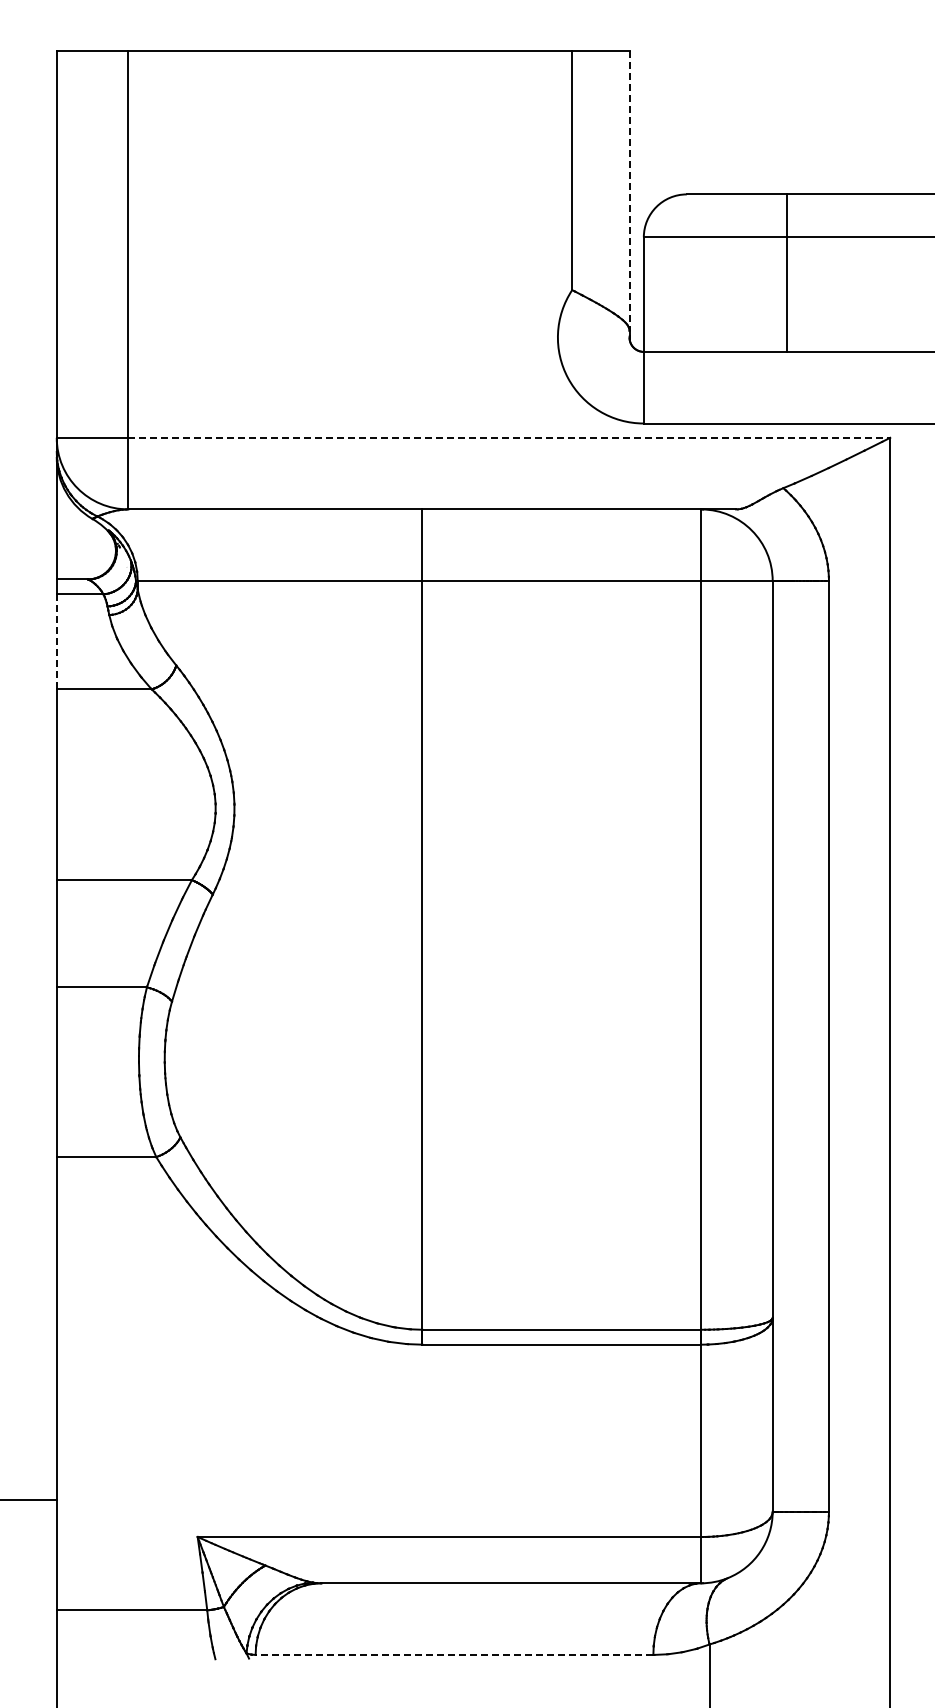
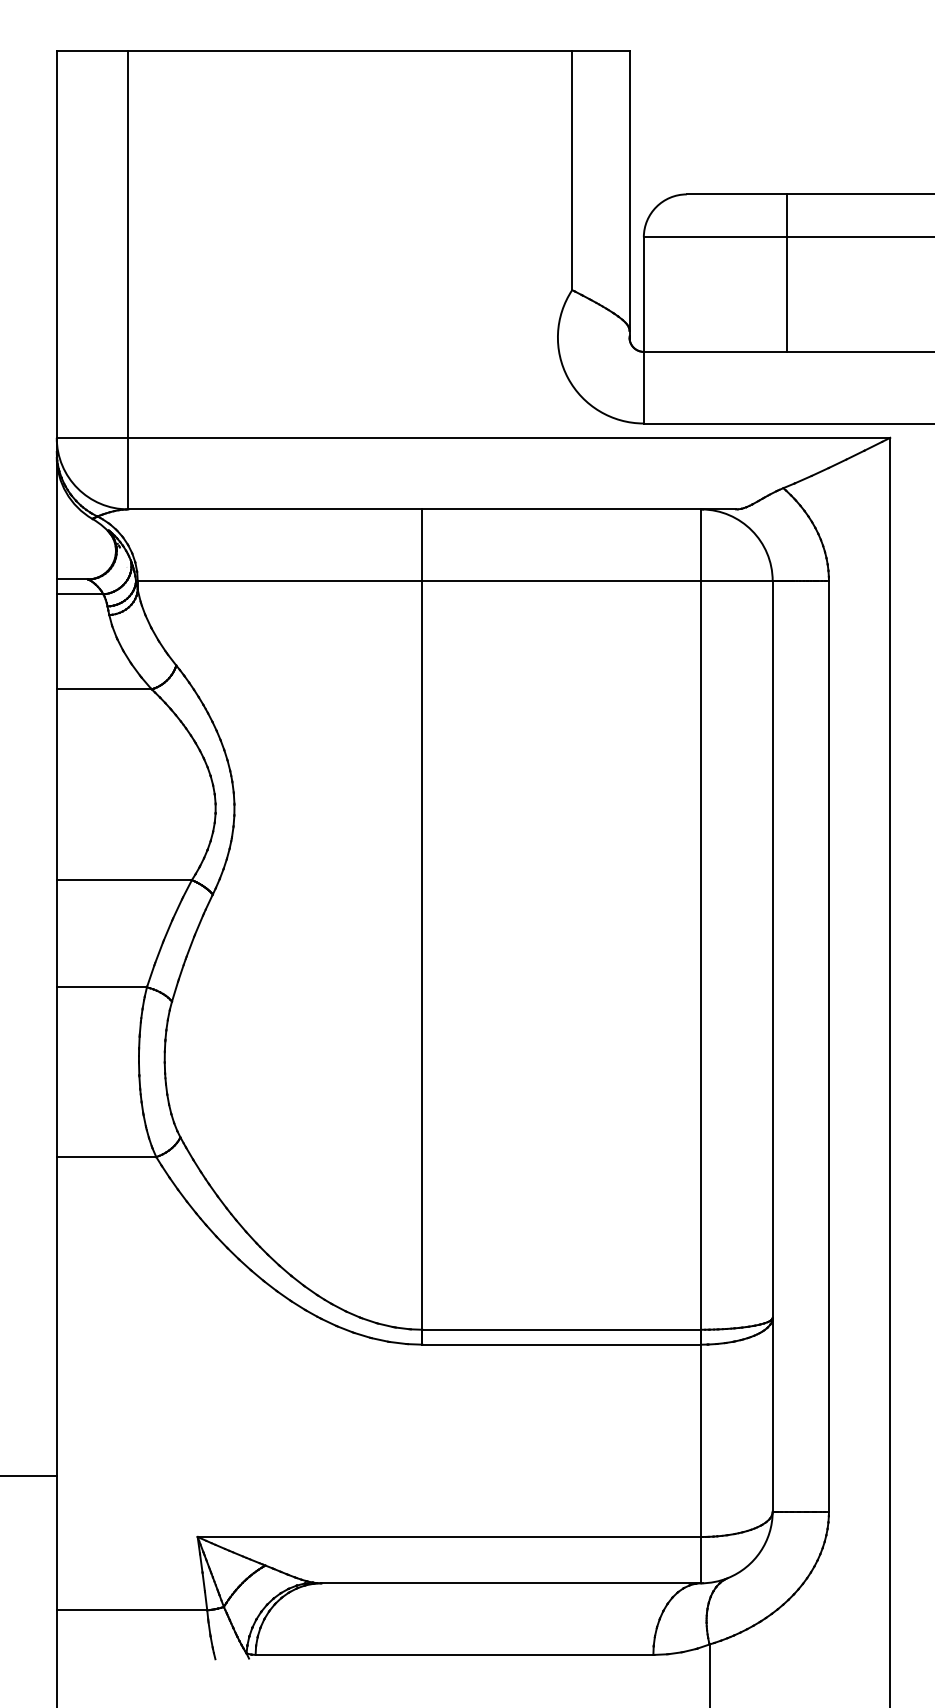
line at (629, 191): dashed -> solid
line at (509, 437): dashed -> solid
line at (56, 641): dashed -> solid
line at (29, 1499) position: (29, 1499) -> (29, 1475)
line at (454, 1654): dashed -> solid
